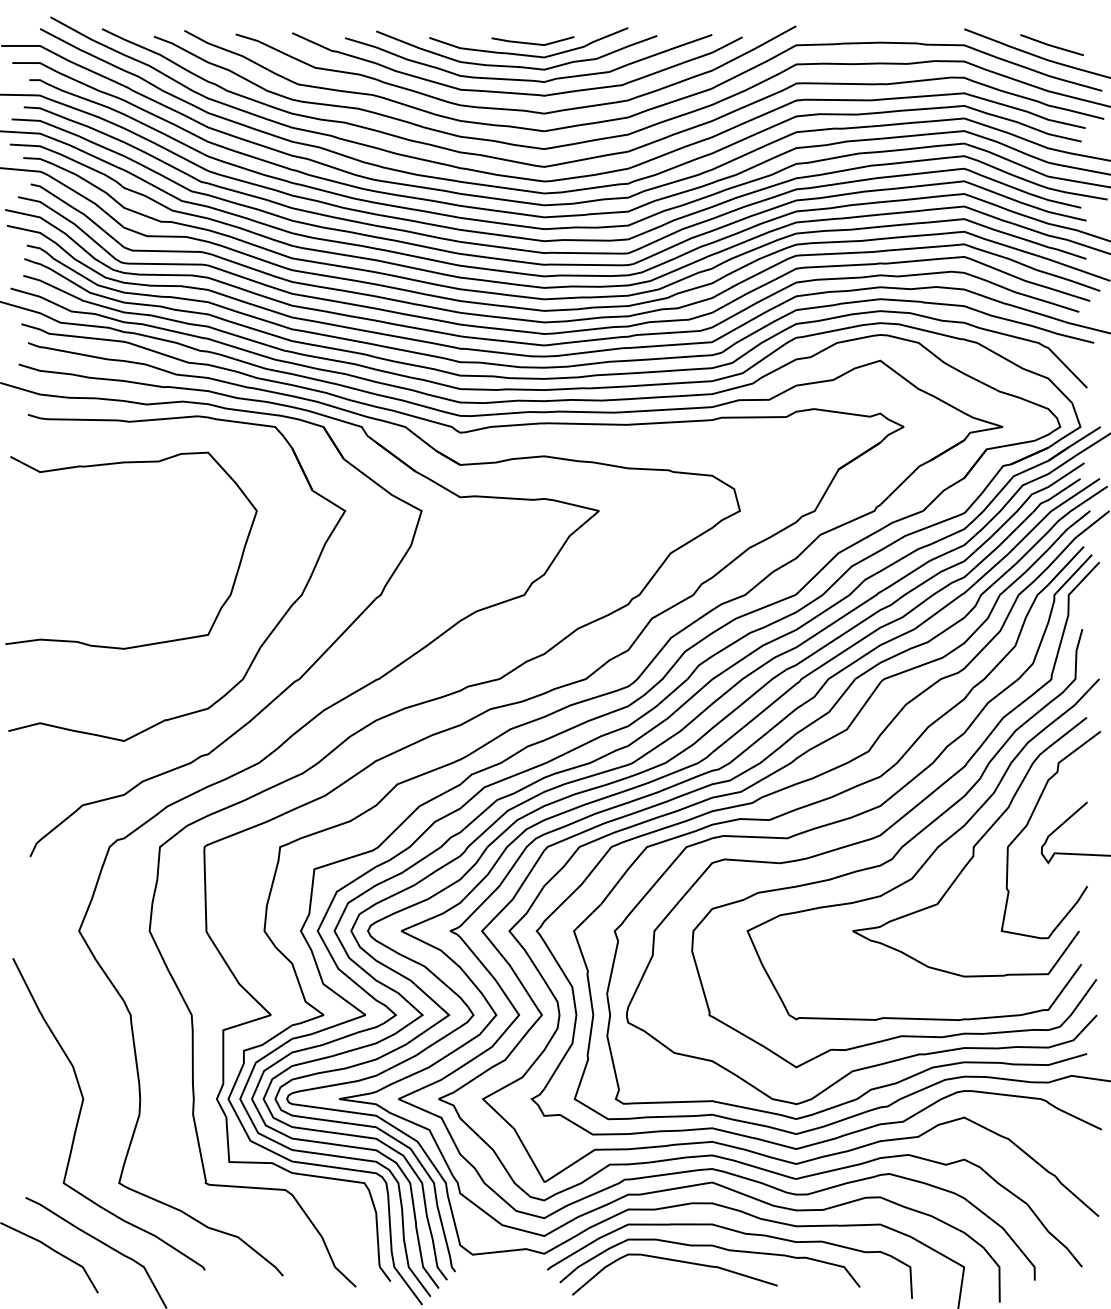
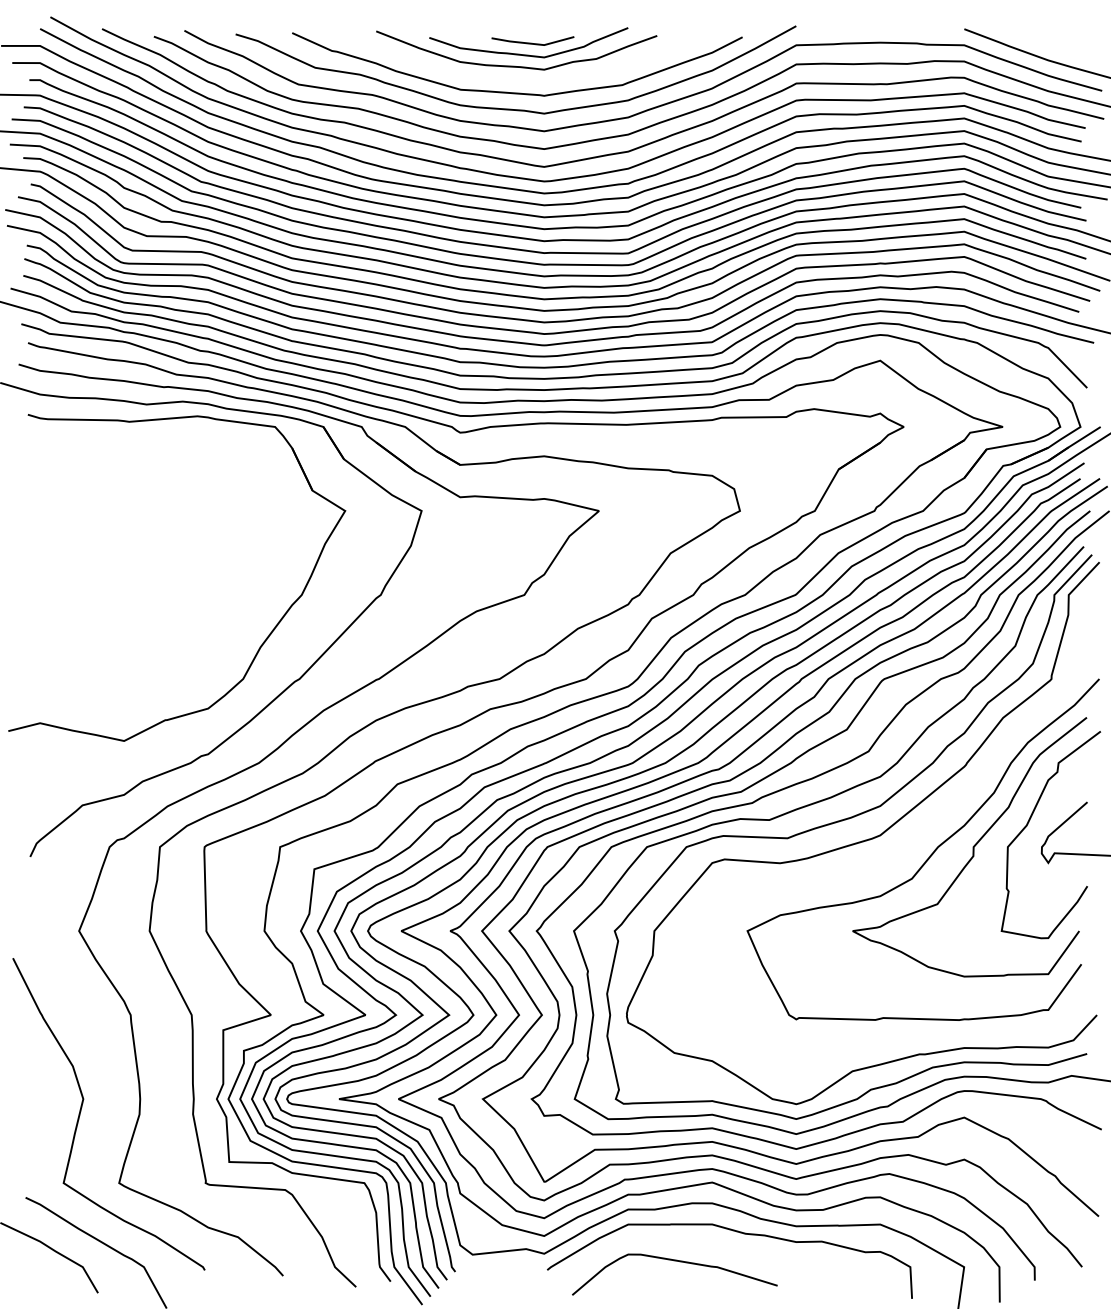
line at (1051, 45): present -> none
curve at (528, 79): present -> none
curve at (131, 463): present -> none
curve at (898, 849): present -> none
curve at (714, 1247): present -> none
